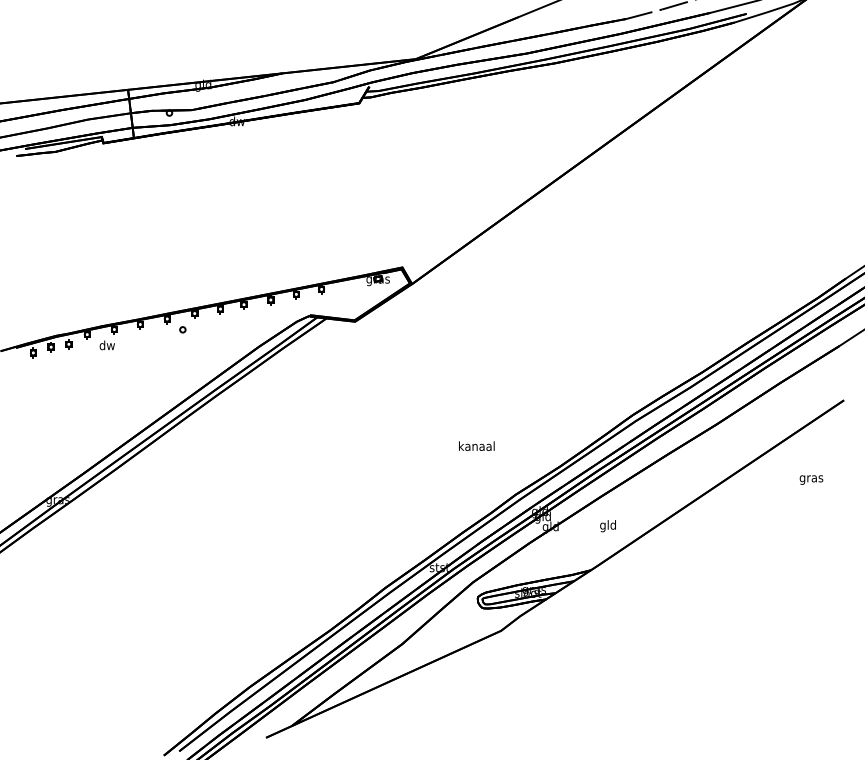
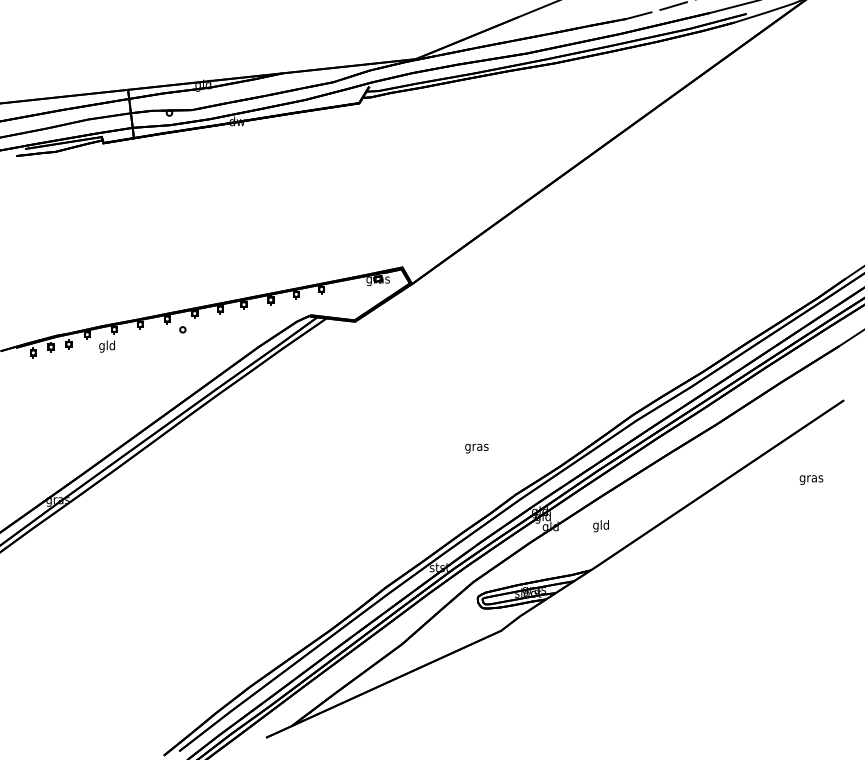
text at (106, 346): dw -> gld
text at (476, 447): kanaal -> gras
text at (607, 526) position: (607, 526) -> (600, 526)
